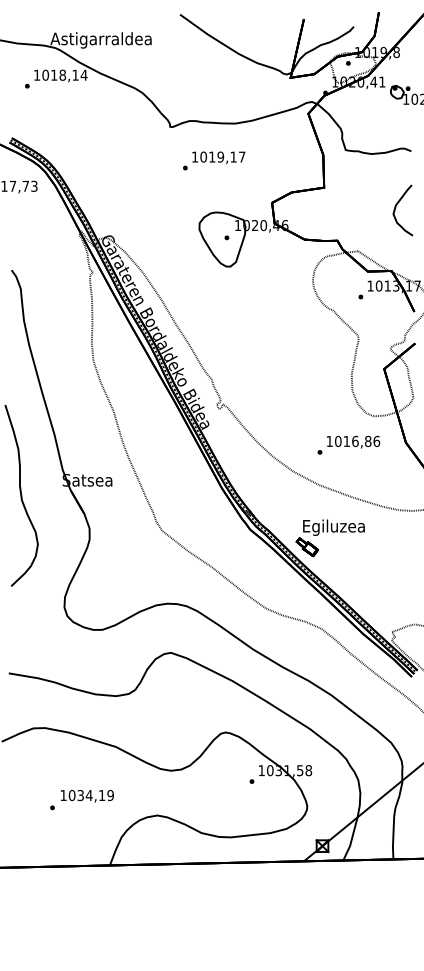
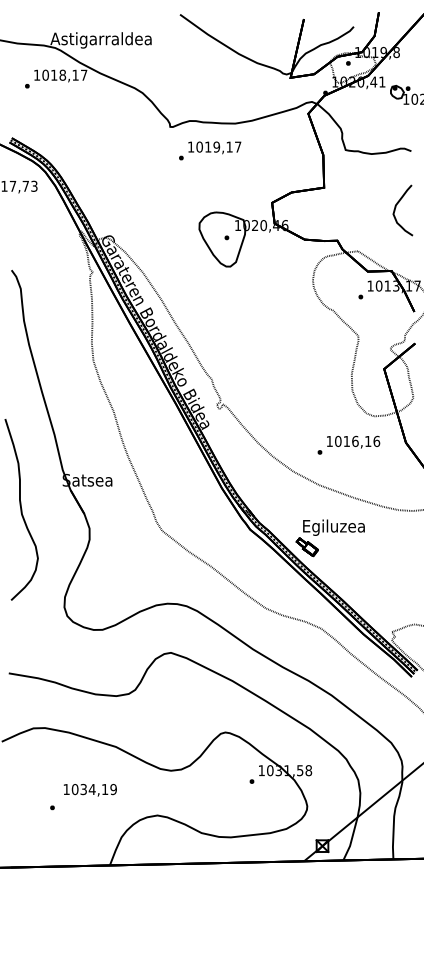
text at (83, 74): 1018,14 -> 1018,17
text at (214, 160) position: (214, 160) -> (210, 150)
text at (368, 441): 1016,86 -> 1016,16
curve at (21, 495) position: (21, 495) -> (21, 509)
text at (86, 796) position: (86, 796) -> (89, 790)
